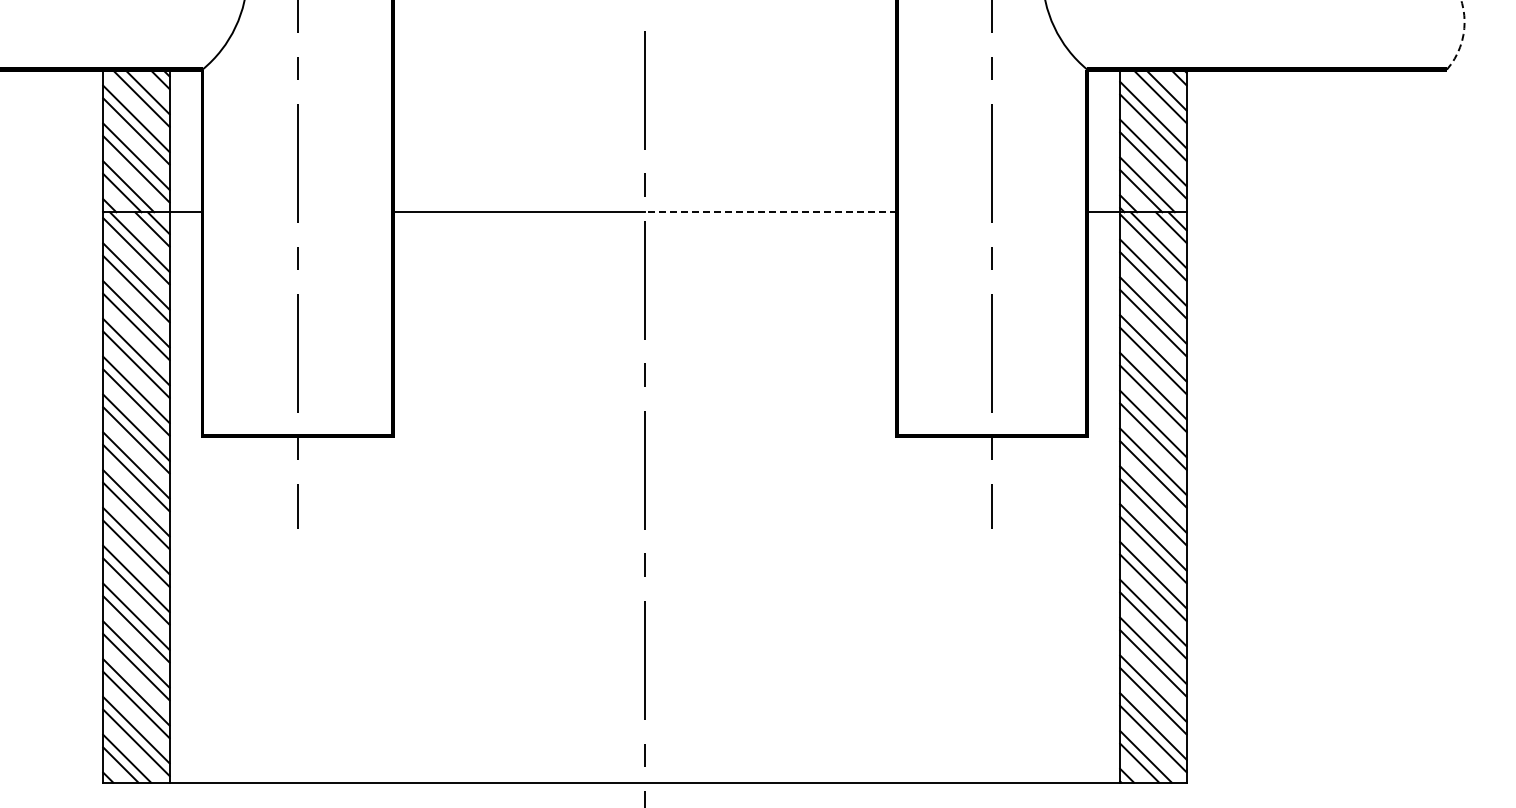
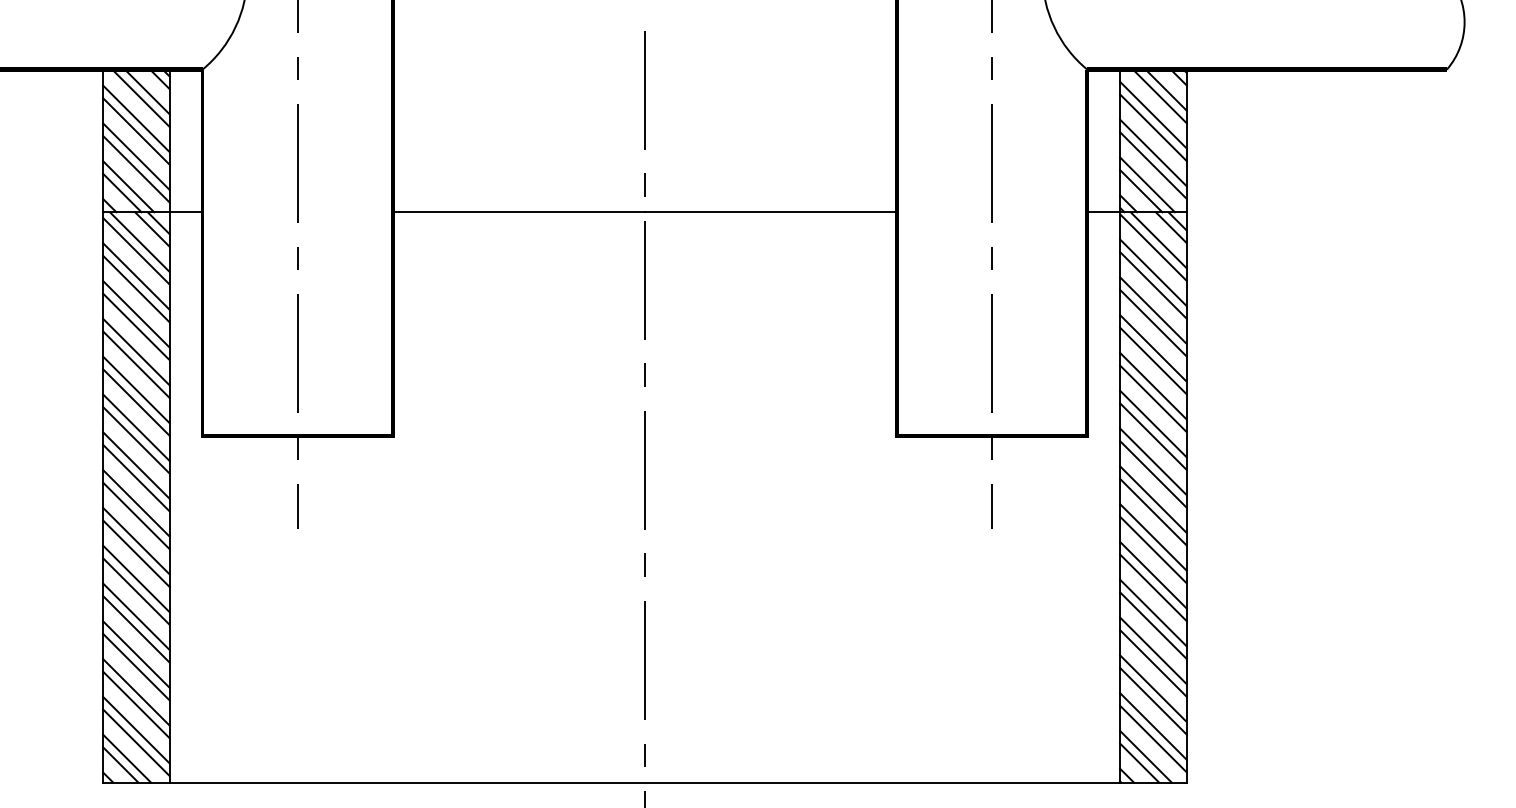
arc at (1463, 35): dashed -> solid
line at (770, 212): dashed -> solid
